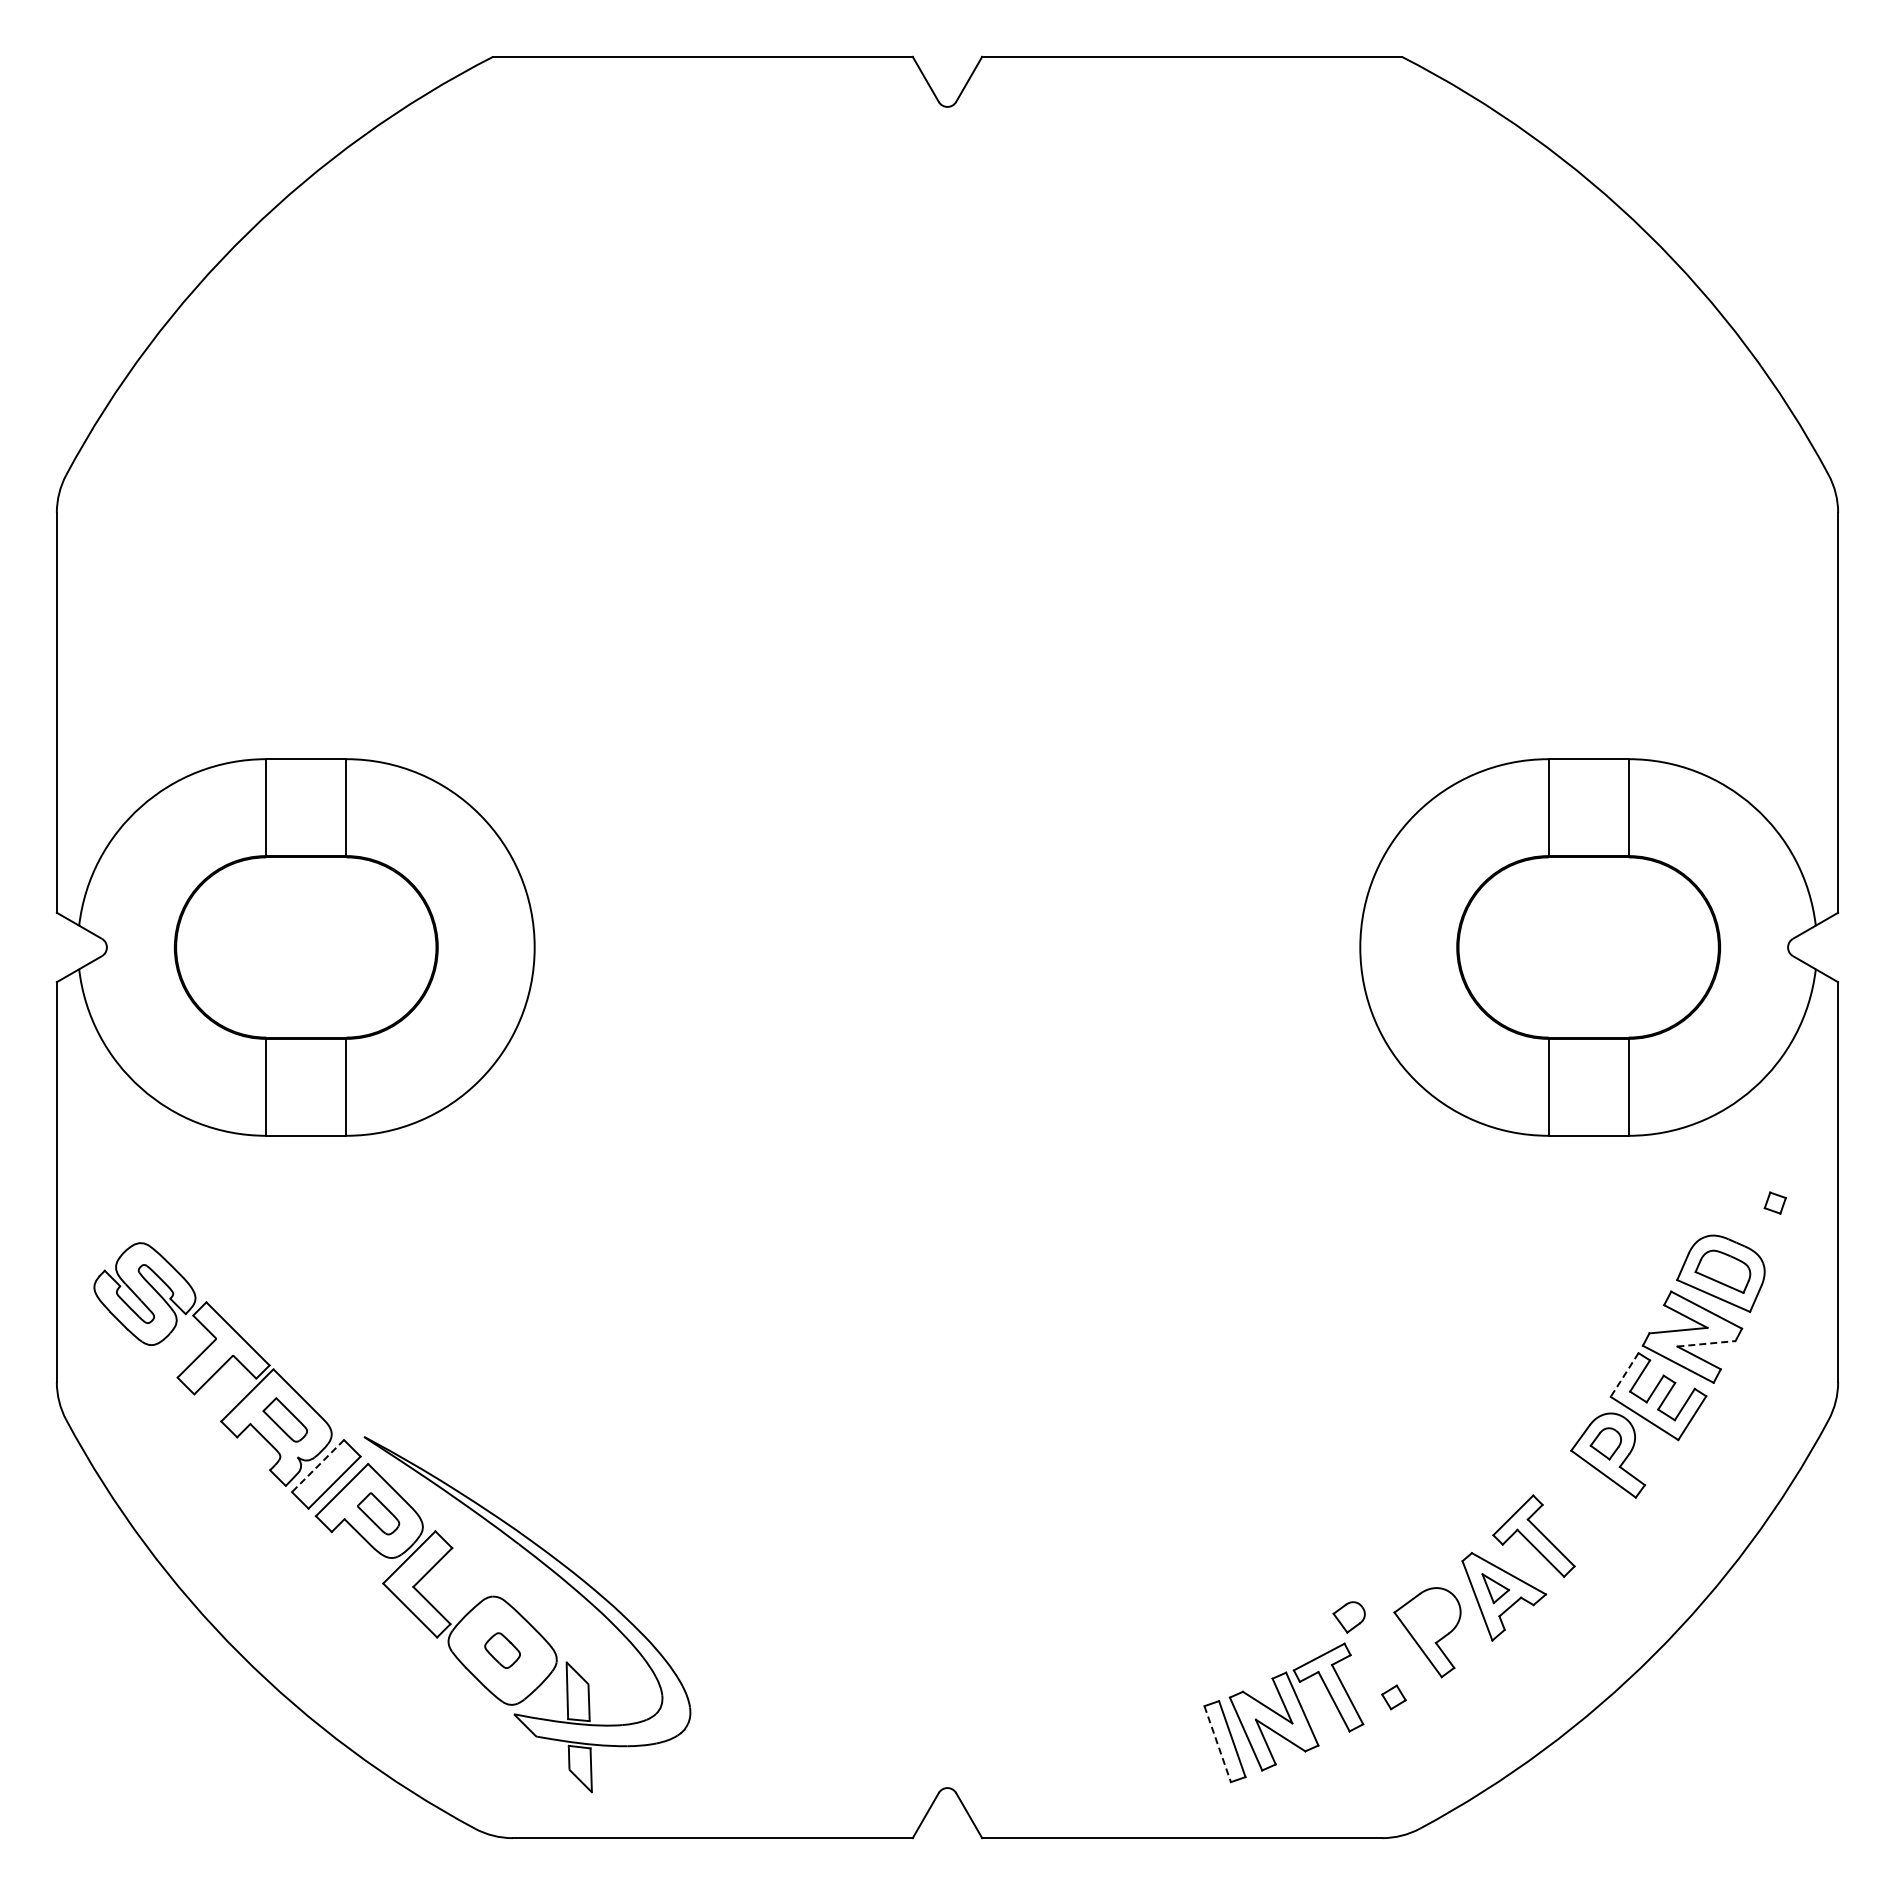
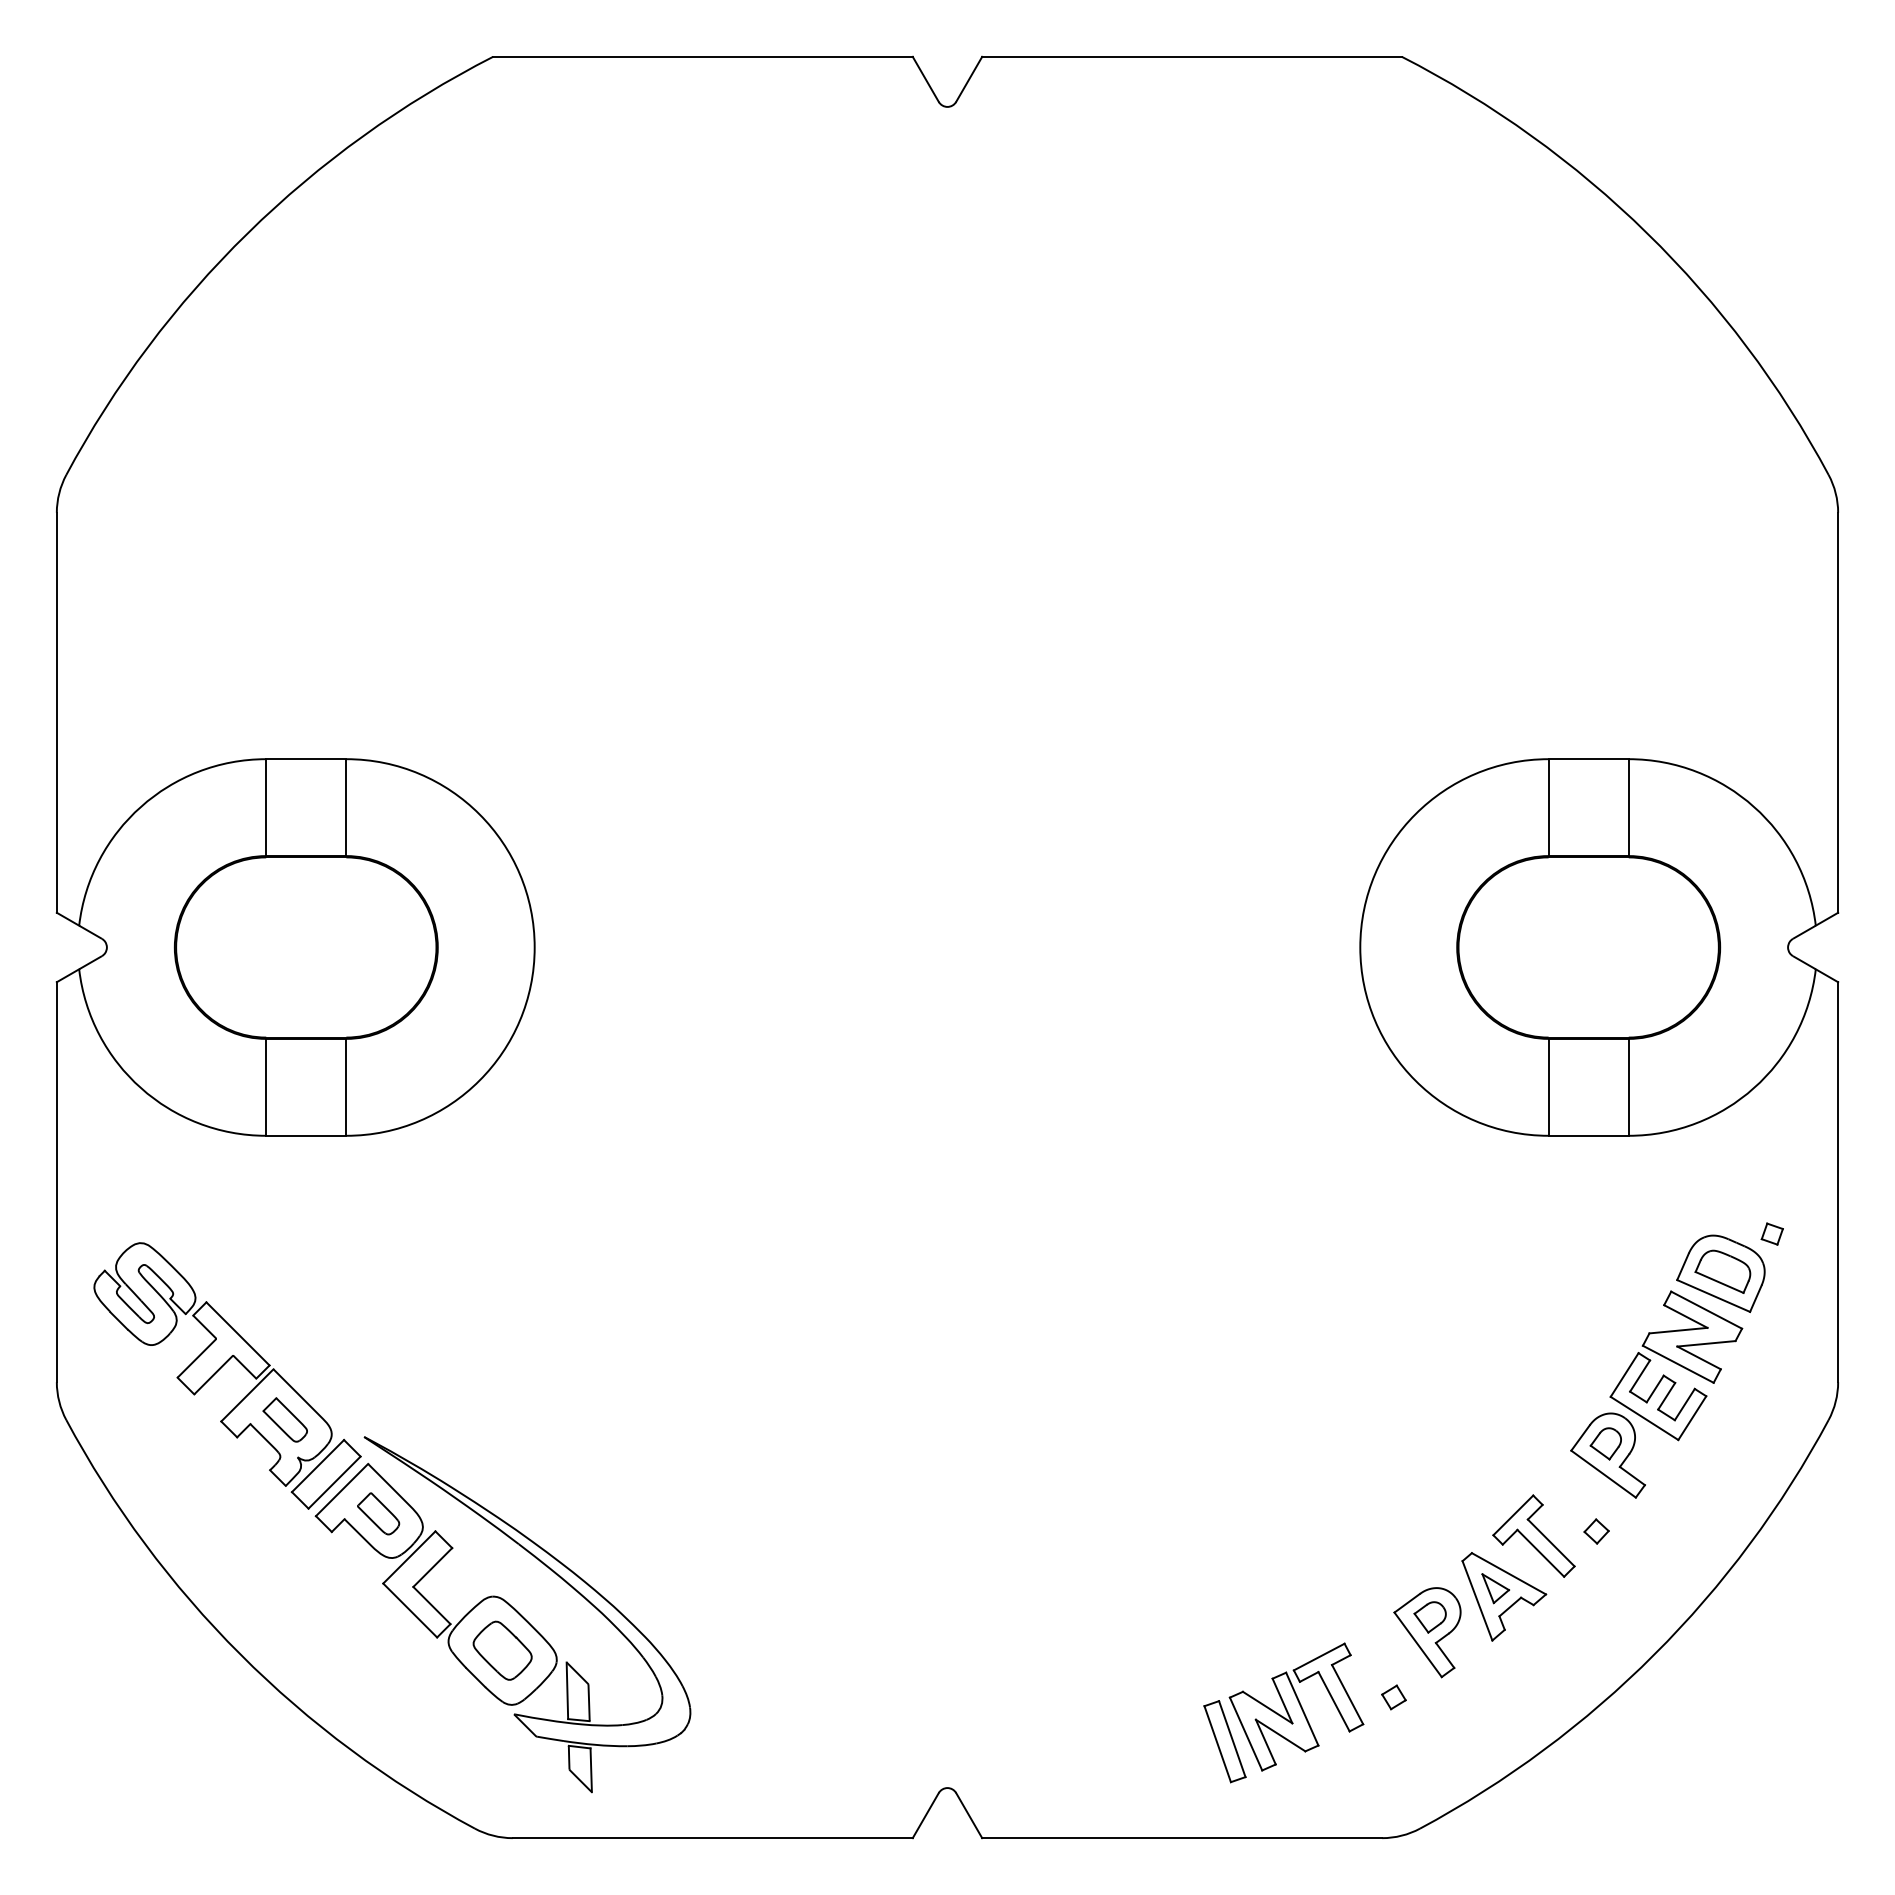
part at (1774, 1202) position: (1774, 1202) -> (1771, 1233)
line at (1706, 1343): dashed -> solid
line at (1624, 1375): dashed -> solid
line at (318, 1466): dashed -> solid
part at (1596, 1531): none -> present
part at (1348, 1617) position: (1348, 1617) -> (1429, 1617)
part at (502, 1650) size: 37x37 px -> 61x61 px
line at (1217, 1744): dashed -> solid
